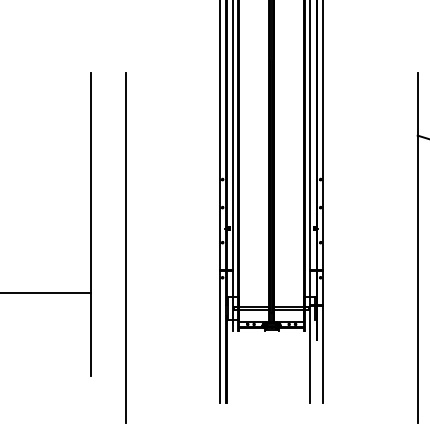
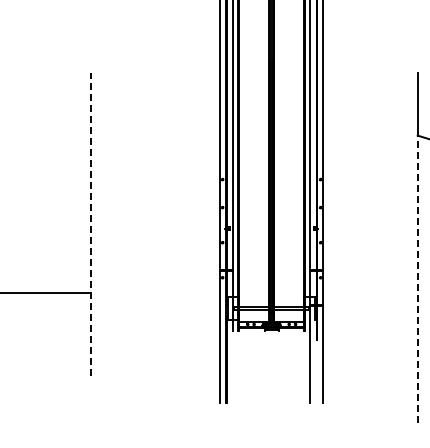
line at (90, 224): solid -> dashed
line at (125, 247): present -> none
line at (417, 279): solid -> dashed
